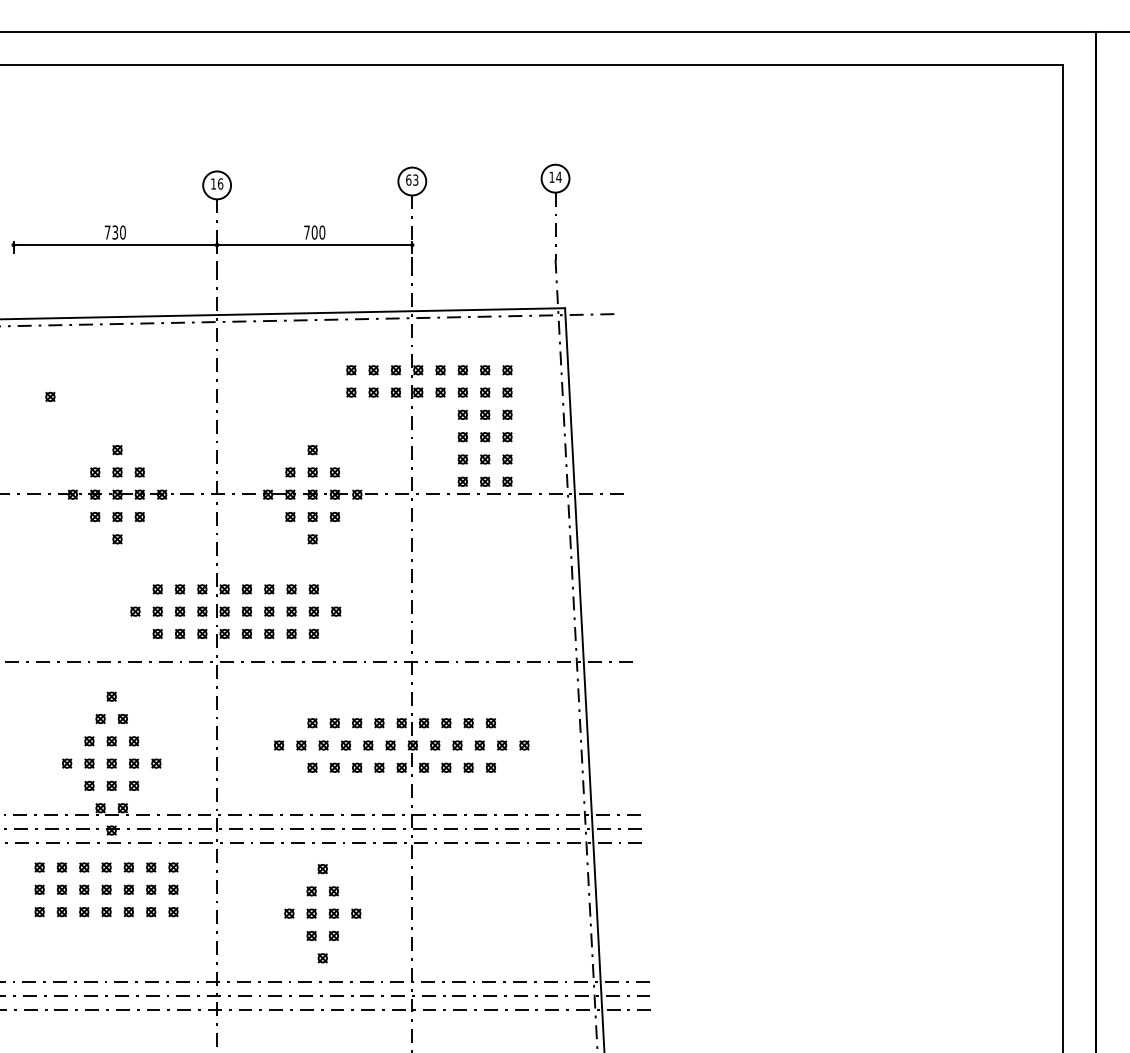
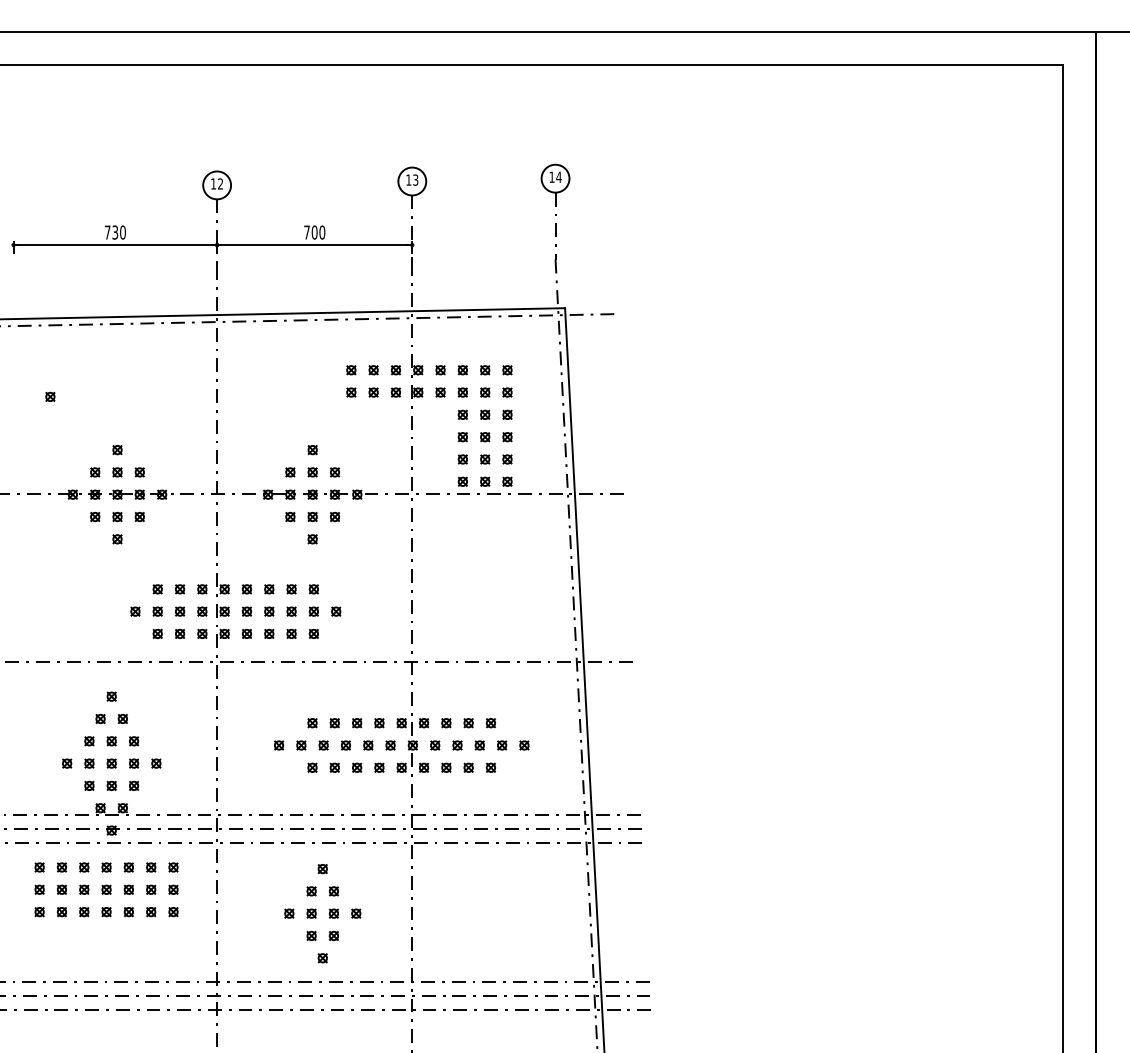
text at (408, 179): 63 -> 13
text at (220, 183): 16 -> 12
